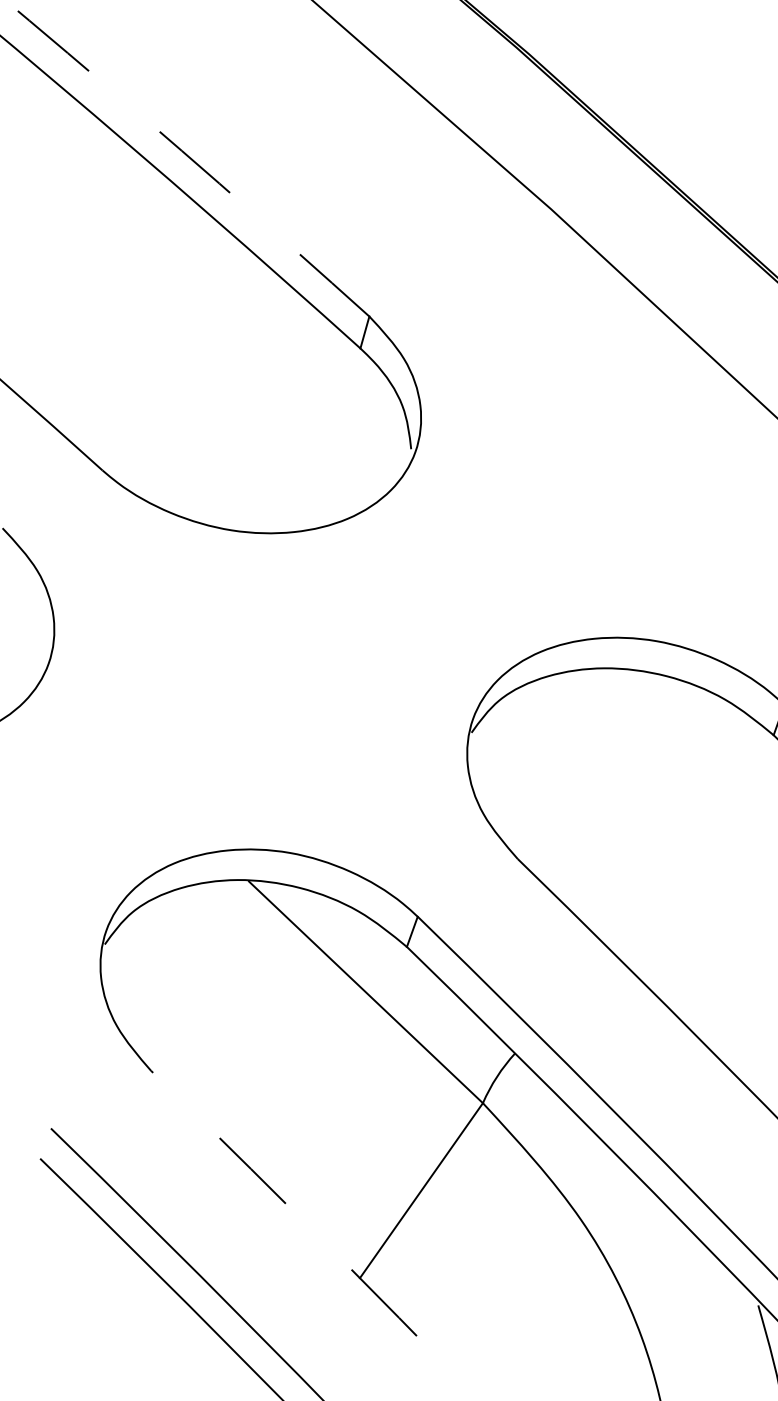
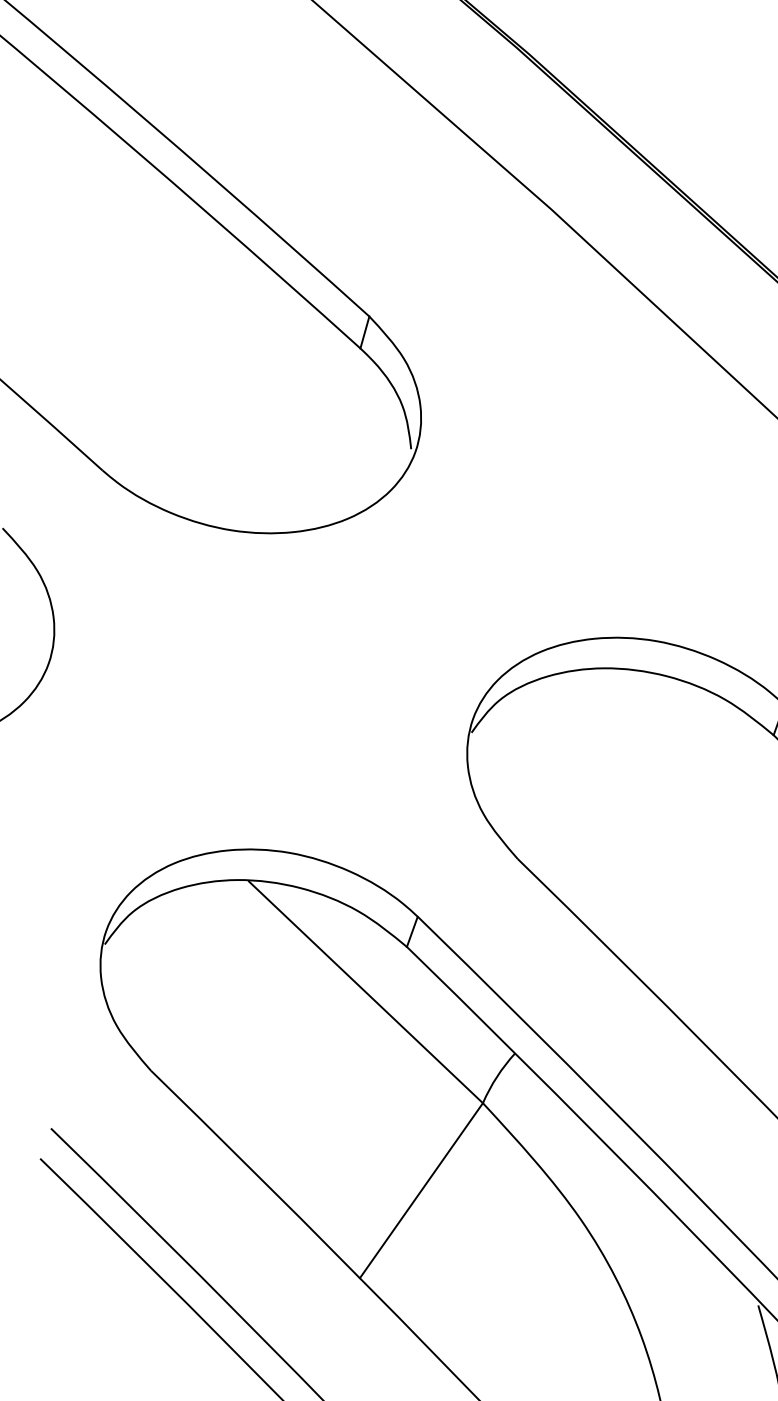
arc at (188, 156): dashed -> solid
arc at (316, 1235): dashed -> solid
